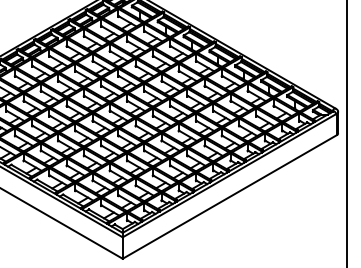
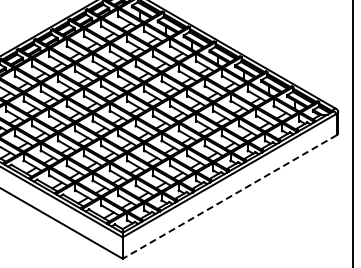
line at (346, 133) position: (346, 133) -> (352, 133)
line at (229, 196): solid -> dashed
